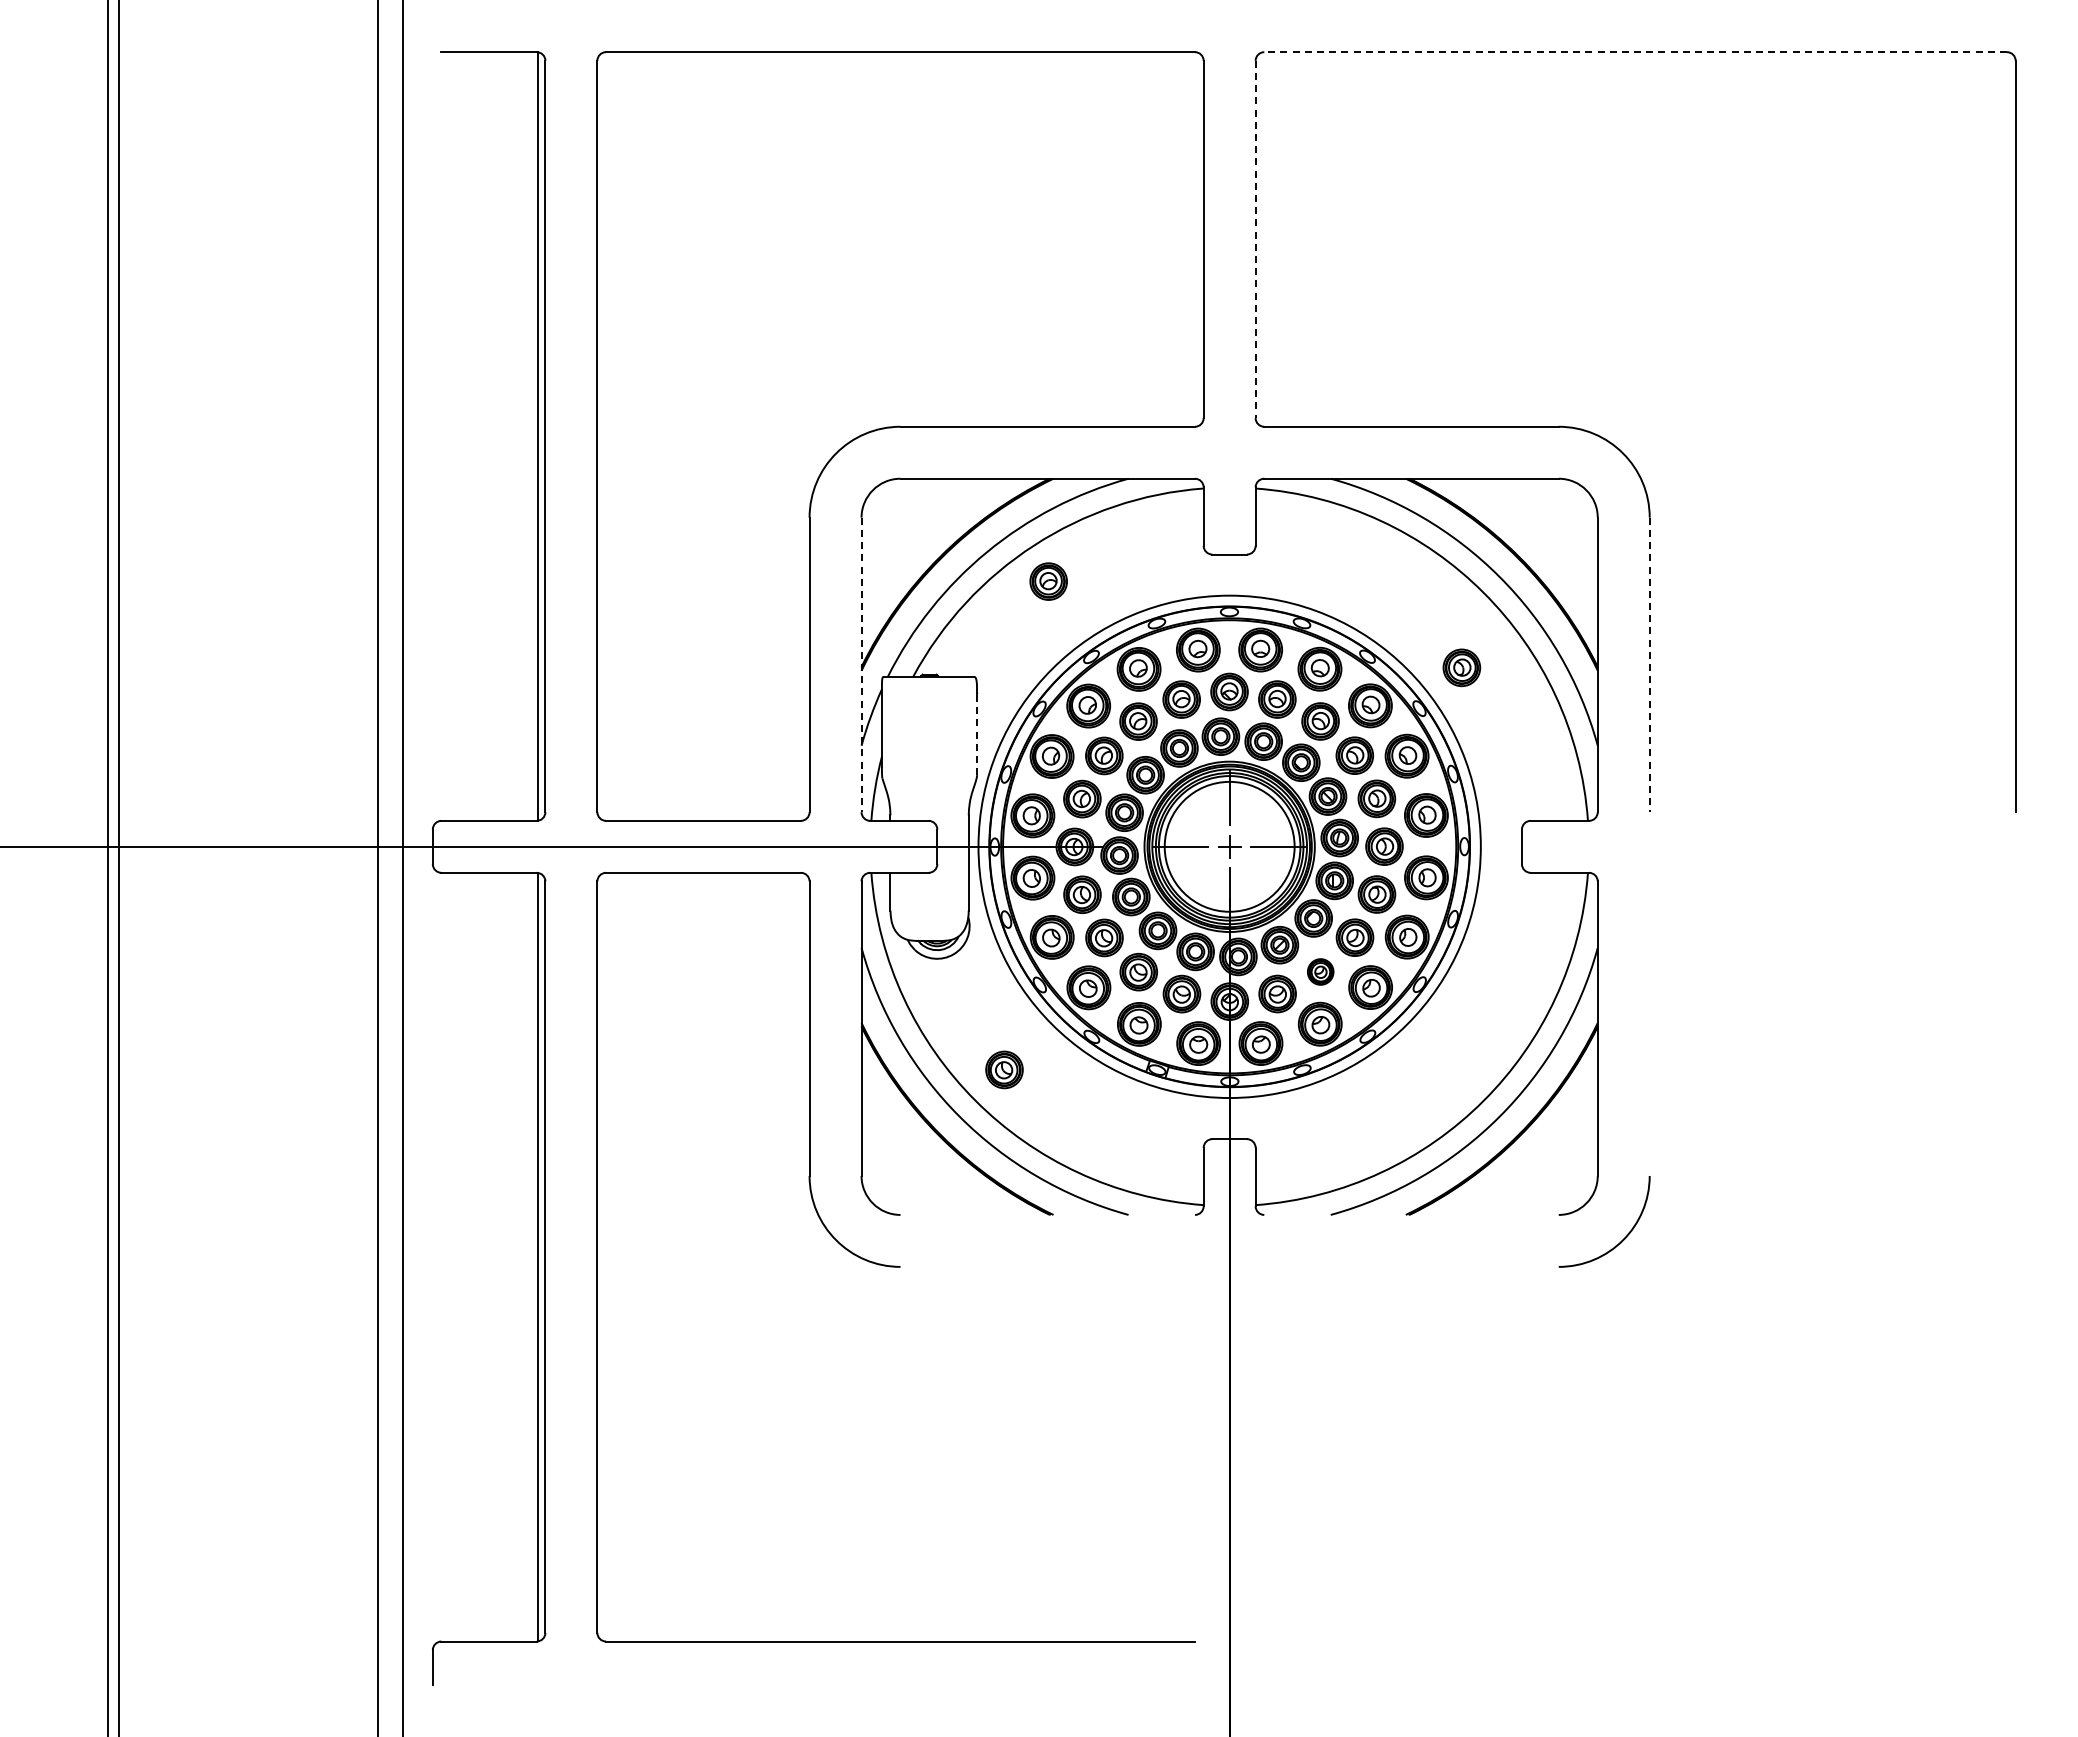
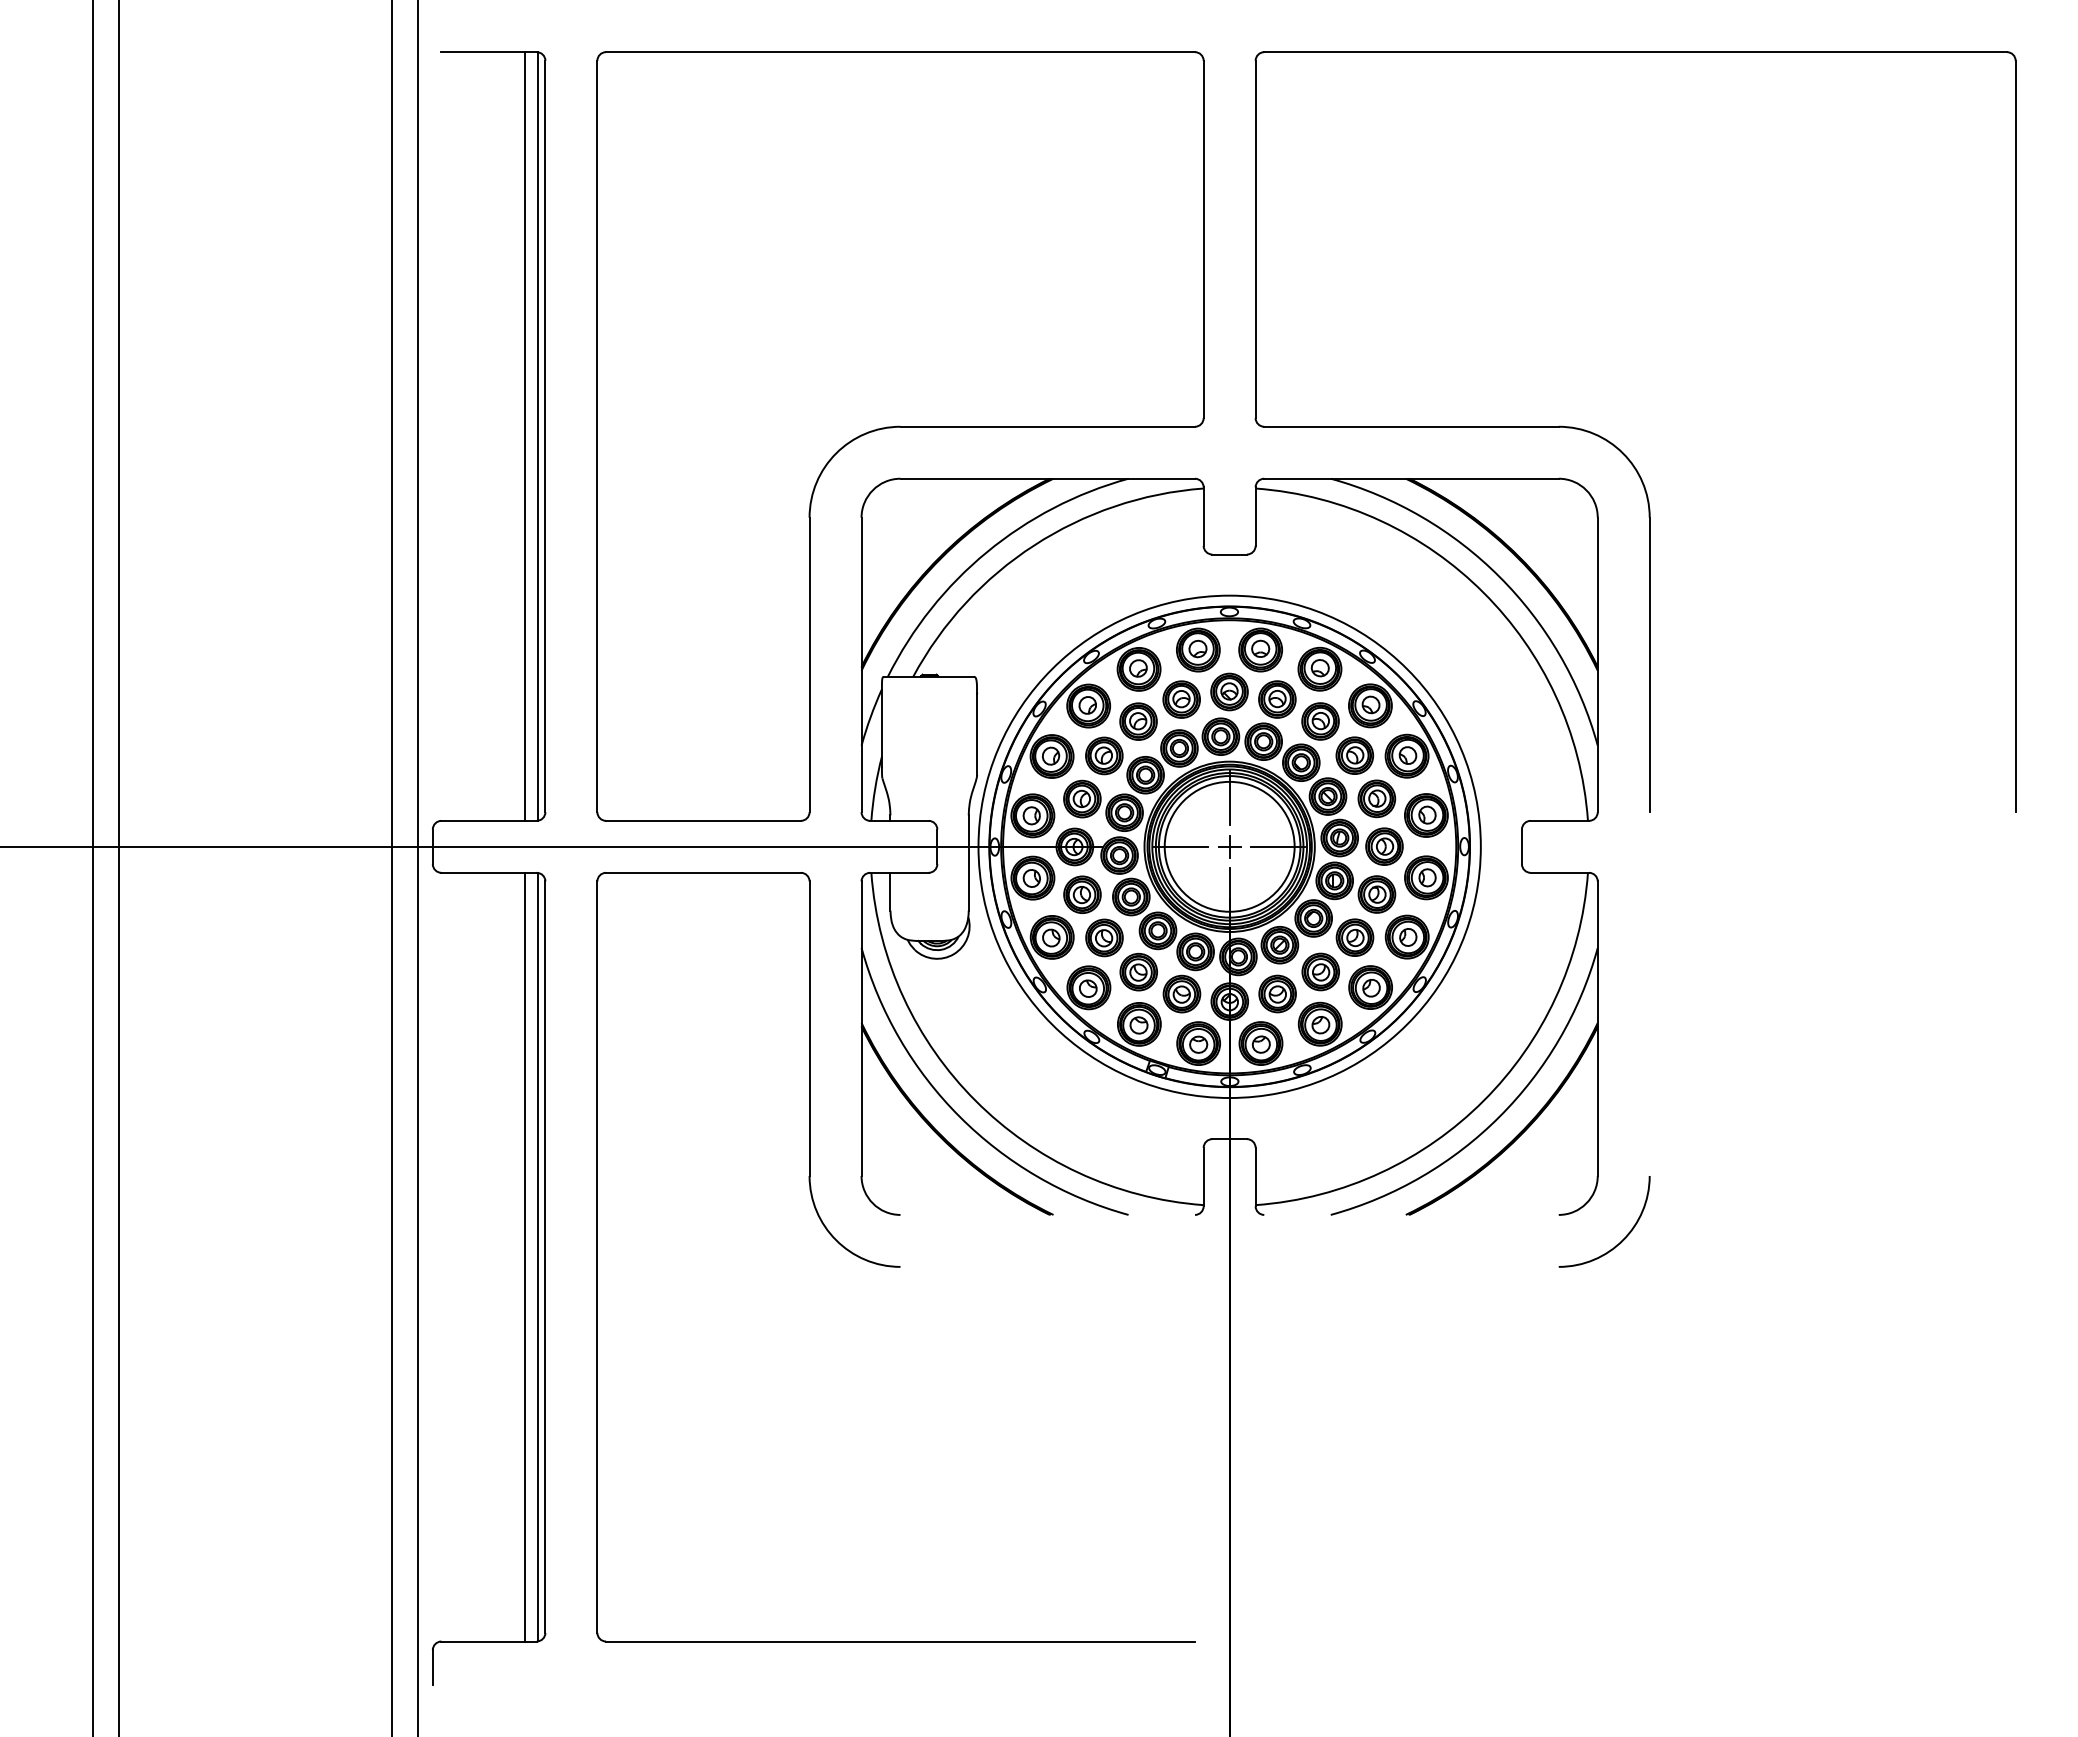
line at (1635, 52): dashed -> solid
line at (1255, 239): dashed -> solid
line at (525, 436): none -> present
part at (1048, 581): present -> none
line at (861, 665): dashed -> solid
line at (1649, 665): dashed -> solid
part at (1461, 667): present -> none
line at (977, 734): dashed -> solid
line at (107, 867) position: (107, 867) -> (92, 867)
line at (378, 867) position: (378, 867) -> (392, 867)
line at (402, 867) position: (402, 867) -> (417, 867)
part at (1320, 971) size: 28x28 px -> 39x40 px
part at (1004, 1069): present -> none
line at (525, 1256): none -> present
